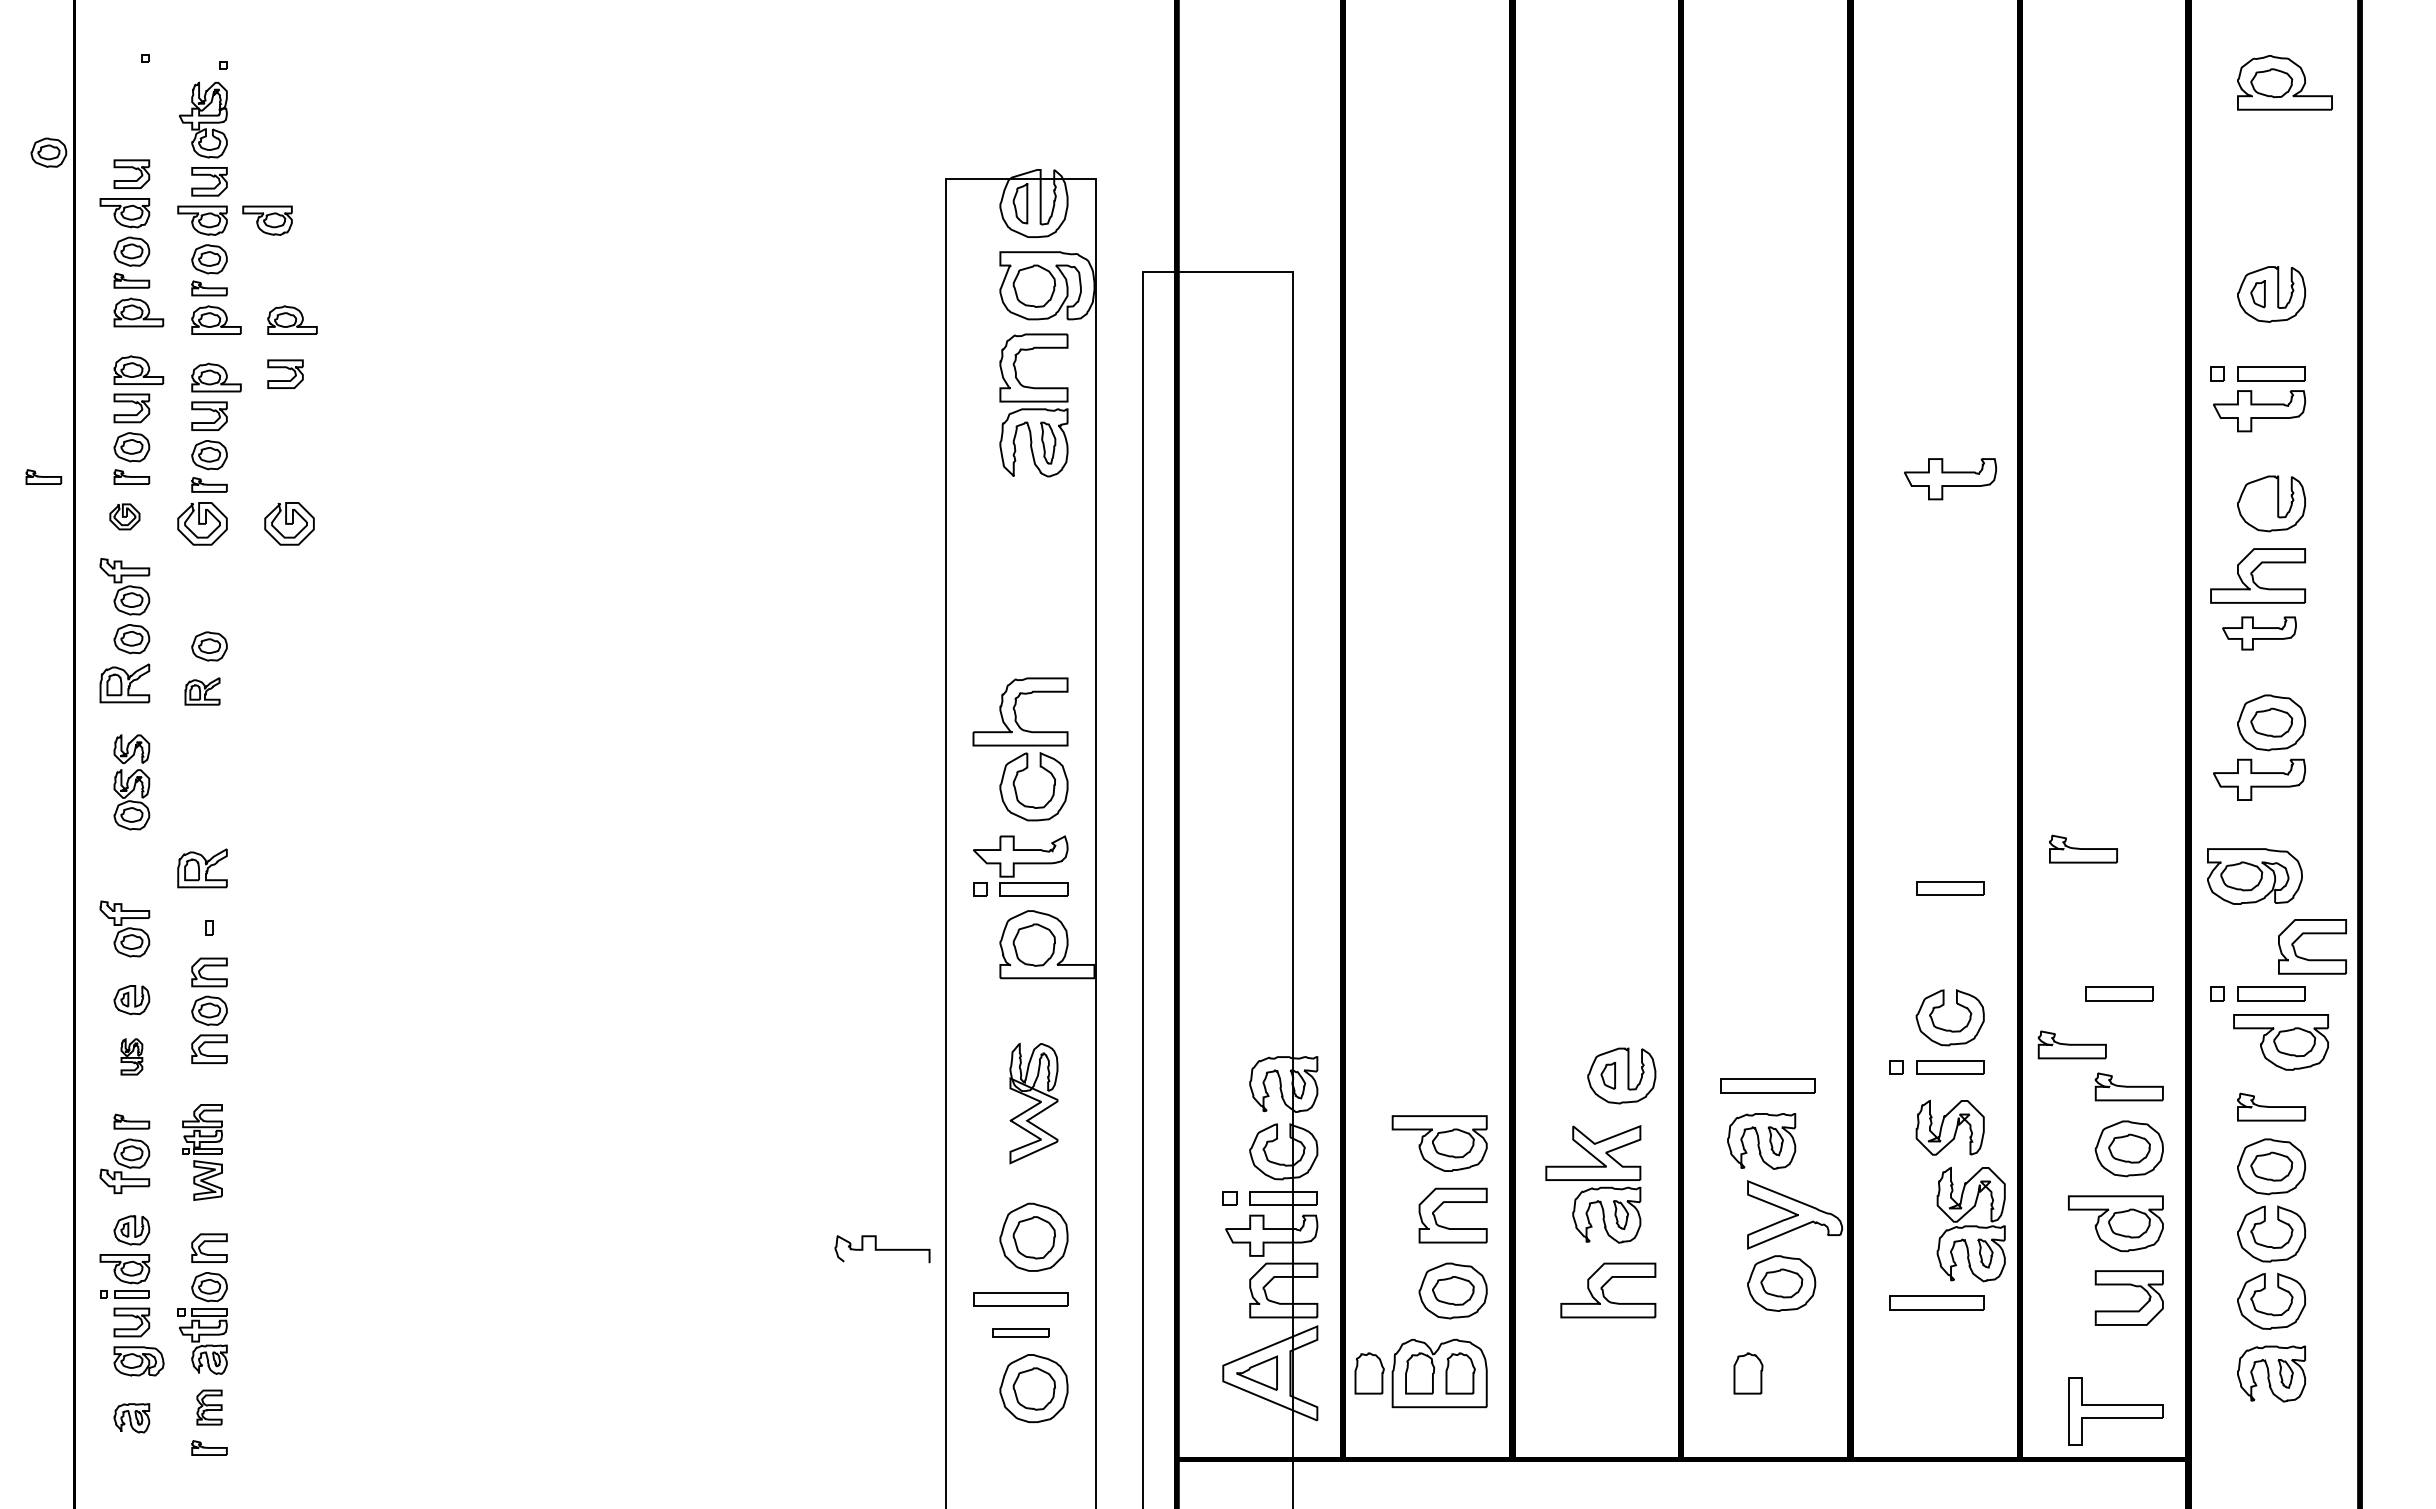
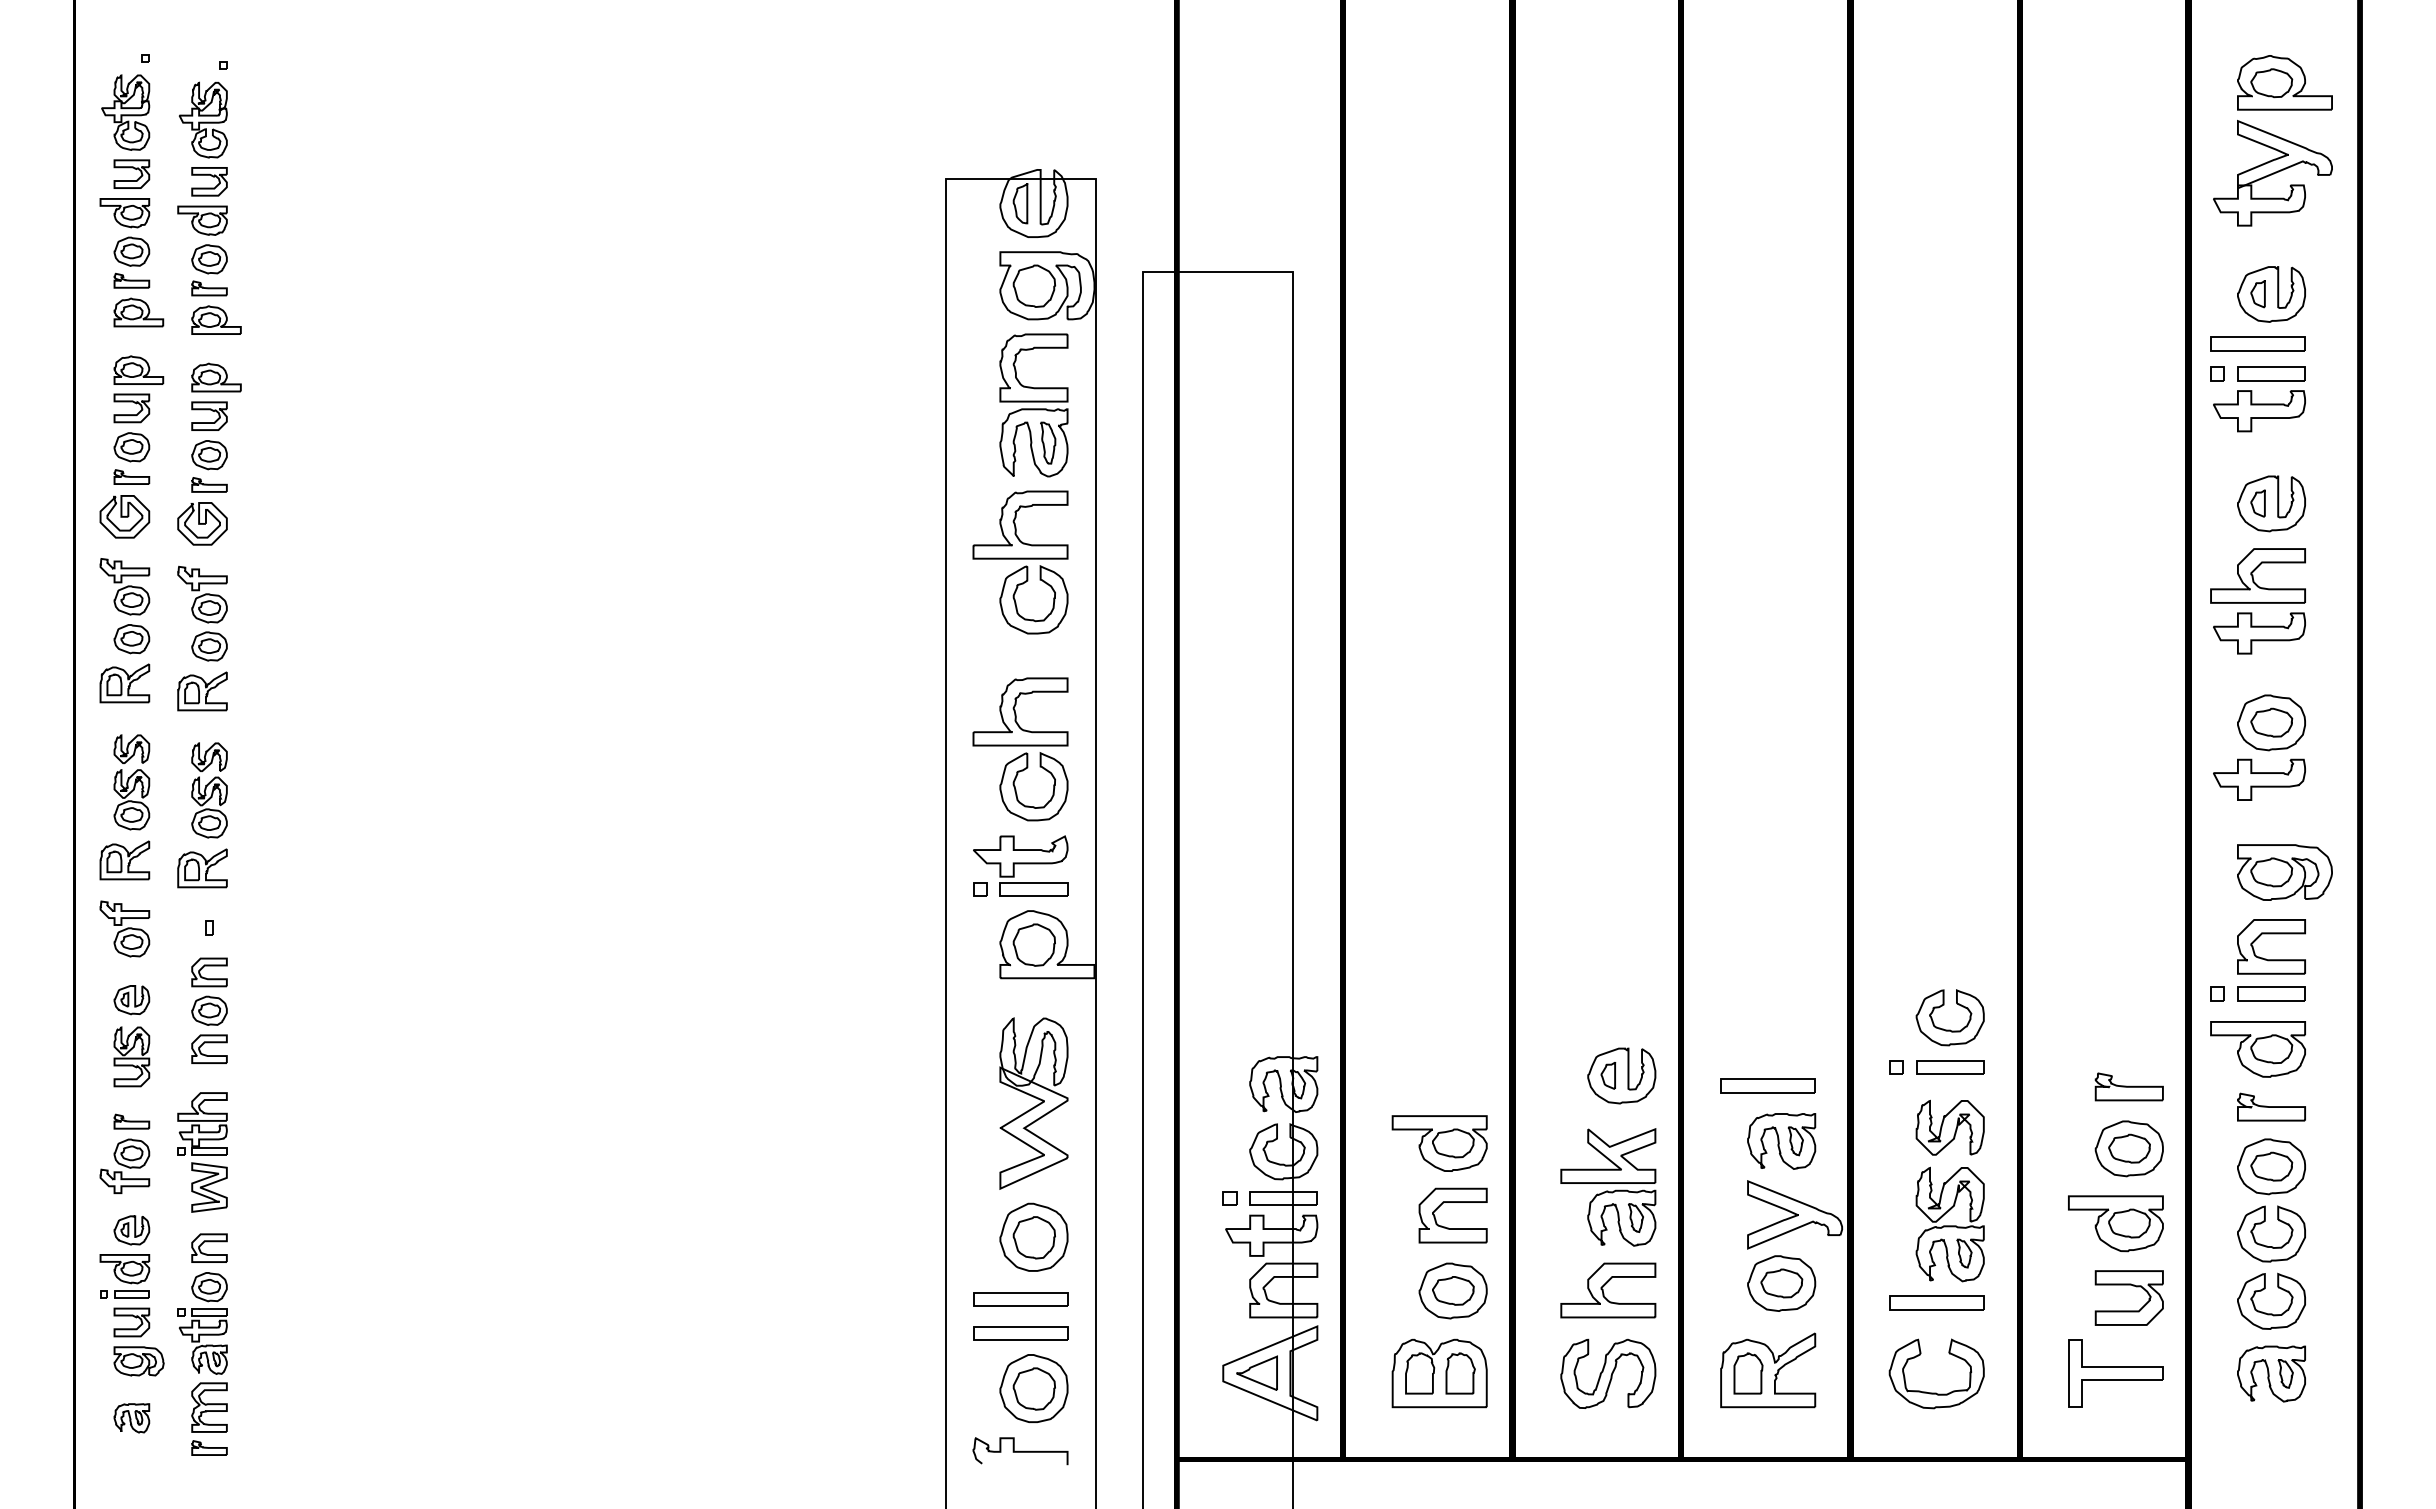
part at (125, 112): none -> present
part at (48, 152): present -> none
part at (2272, 172): none -> present
part at (267, 220): present -> none
part at (292, 319): present -> none
part at (2257, 343): none -> present
part at (285, 373): present -> none
part at (43, 476): present -> none
part at (1950, 479): present -> none
part at (2257, 503): none -> present
part at (124, 516) size: 32x28 px -> 52x44 px
part at (289, 523): present -> none
part at (1020, 562): none -> present
part at (202, 594): none -> present
part at (2259, 633) size: 75x35 px -> 93x43 px
part at (202, 691) size: 37x29 px -> 51x41 px
part at (209, 790): none -> present
part at (2083, 848): present -> none
part at (124, 860): none -> present
part at (2254, 876) position: (2254, 876) -> (2284, 872)
part at (1950, 888): present -> none
part at (2312, 934) position: (2312, 934) -> (2271, 934)
part at (2119, 993): present -> none
part at (2280, 1042) position: (2280, 1042) -> (2257, 1049)
part at (2071, 1044): present -> none
part at (131, 1056) size: 24x38 px -> 38x62 px
part at (1033, 1103) size: 50x123 px -> 70x173 px
part at (1761, 1141) position: (1761, 1141) -> (1781, 1141)
part at (202, 1152) size: 41x97 px -> 51x121 px
part at (1593, 1184) position: (1593, 1184) -> (1608, 1187)
part at (1970, 1224) position: (1970, 1224) -> (1949, 1224)
curve at (882, 1249) position: (882, 1249) -> (1020, 1451)
part at (1020, 1332) size: 58x10 px -> 96x15 px
part at (1768, 1370): none -> present
part at (1369, 1373): present -> none
part at (1608, 1373): none -> present
part at (1936, 1392): none -> present
part at (209, 1407) size: 27x37 px -> 37x51 px
part at (2115, 1411) position: (2115, 1411) -> (2115, 1373)
